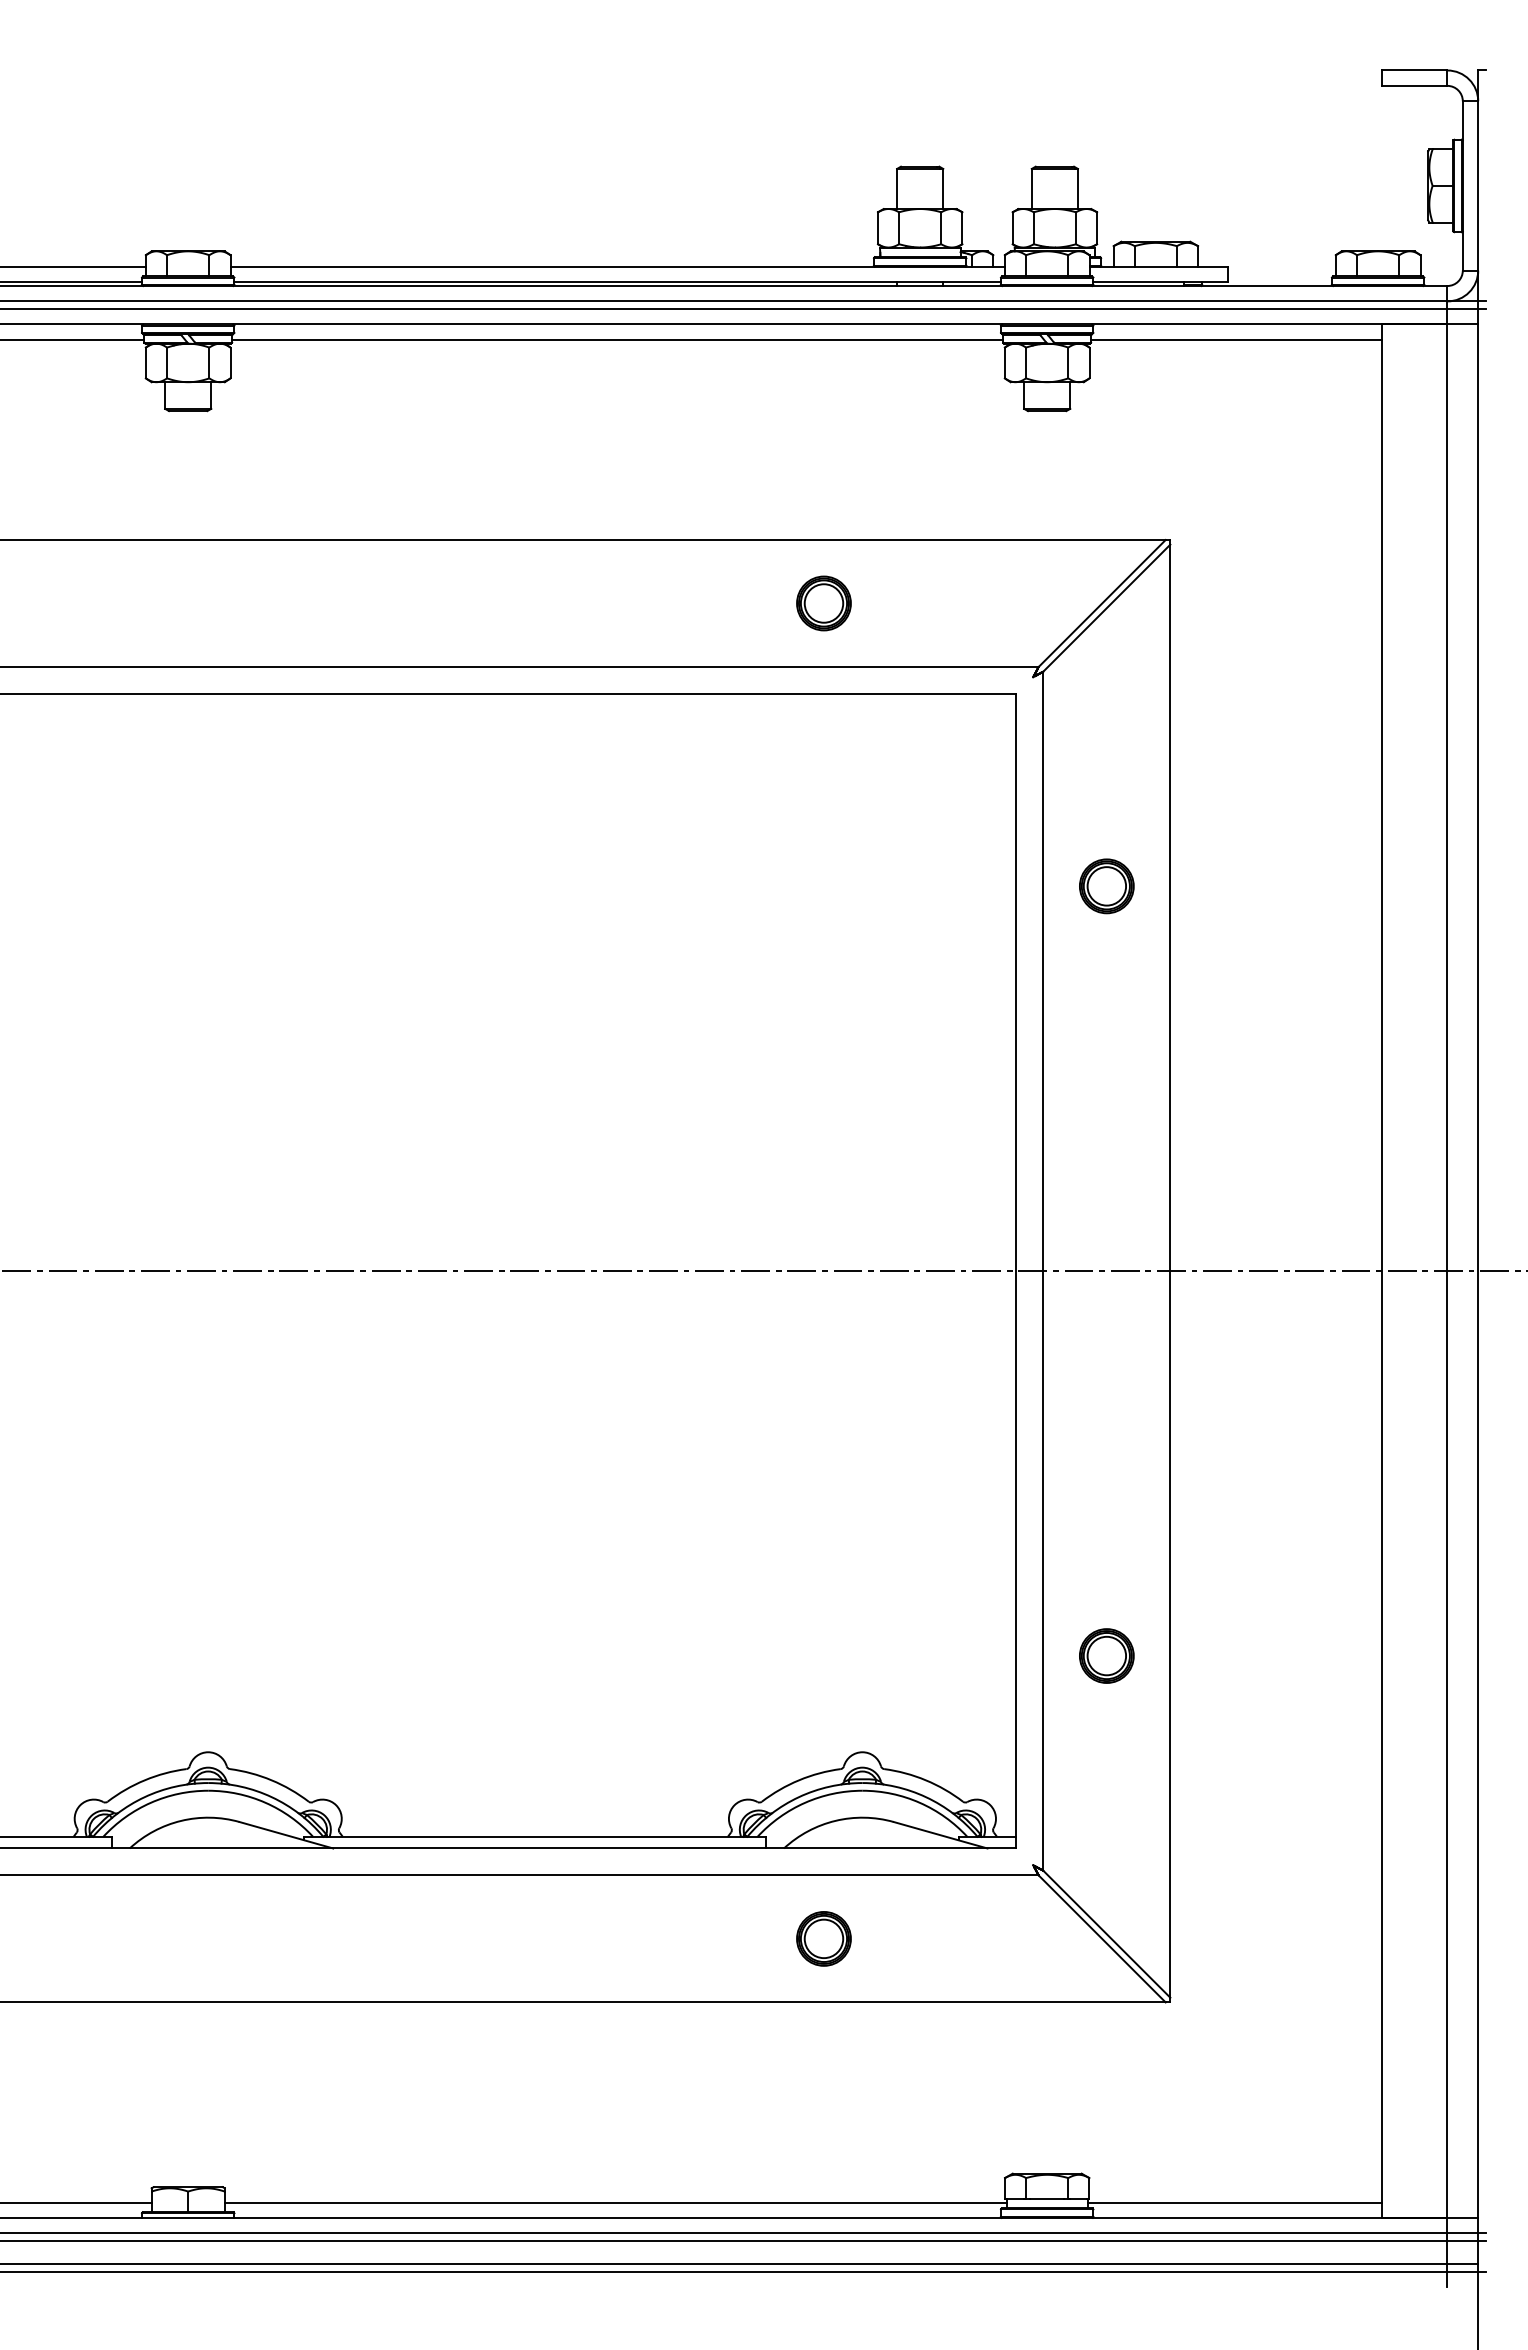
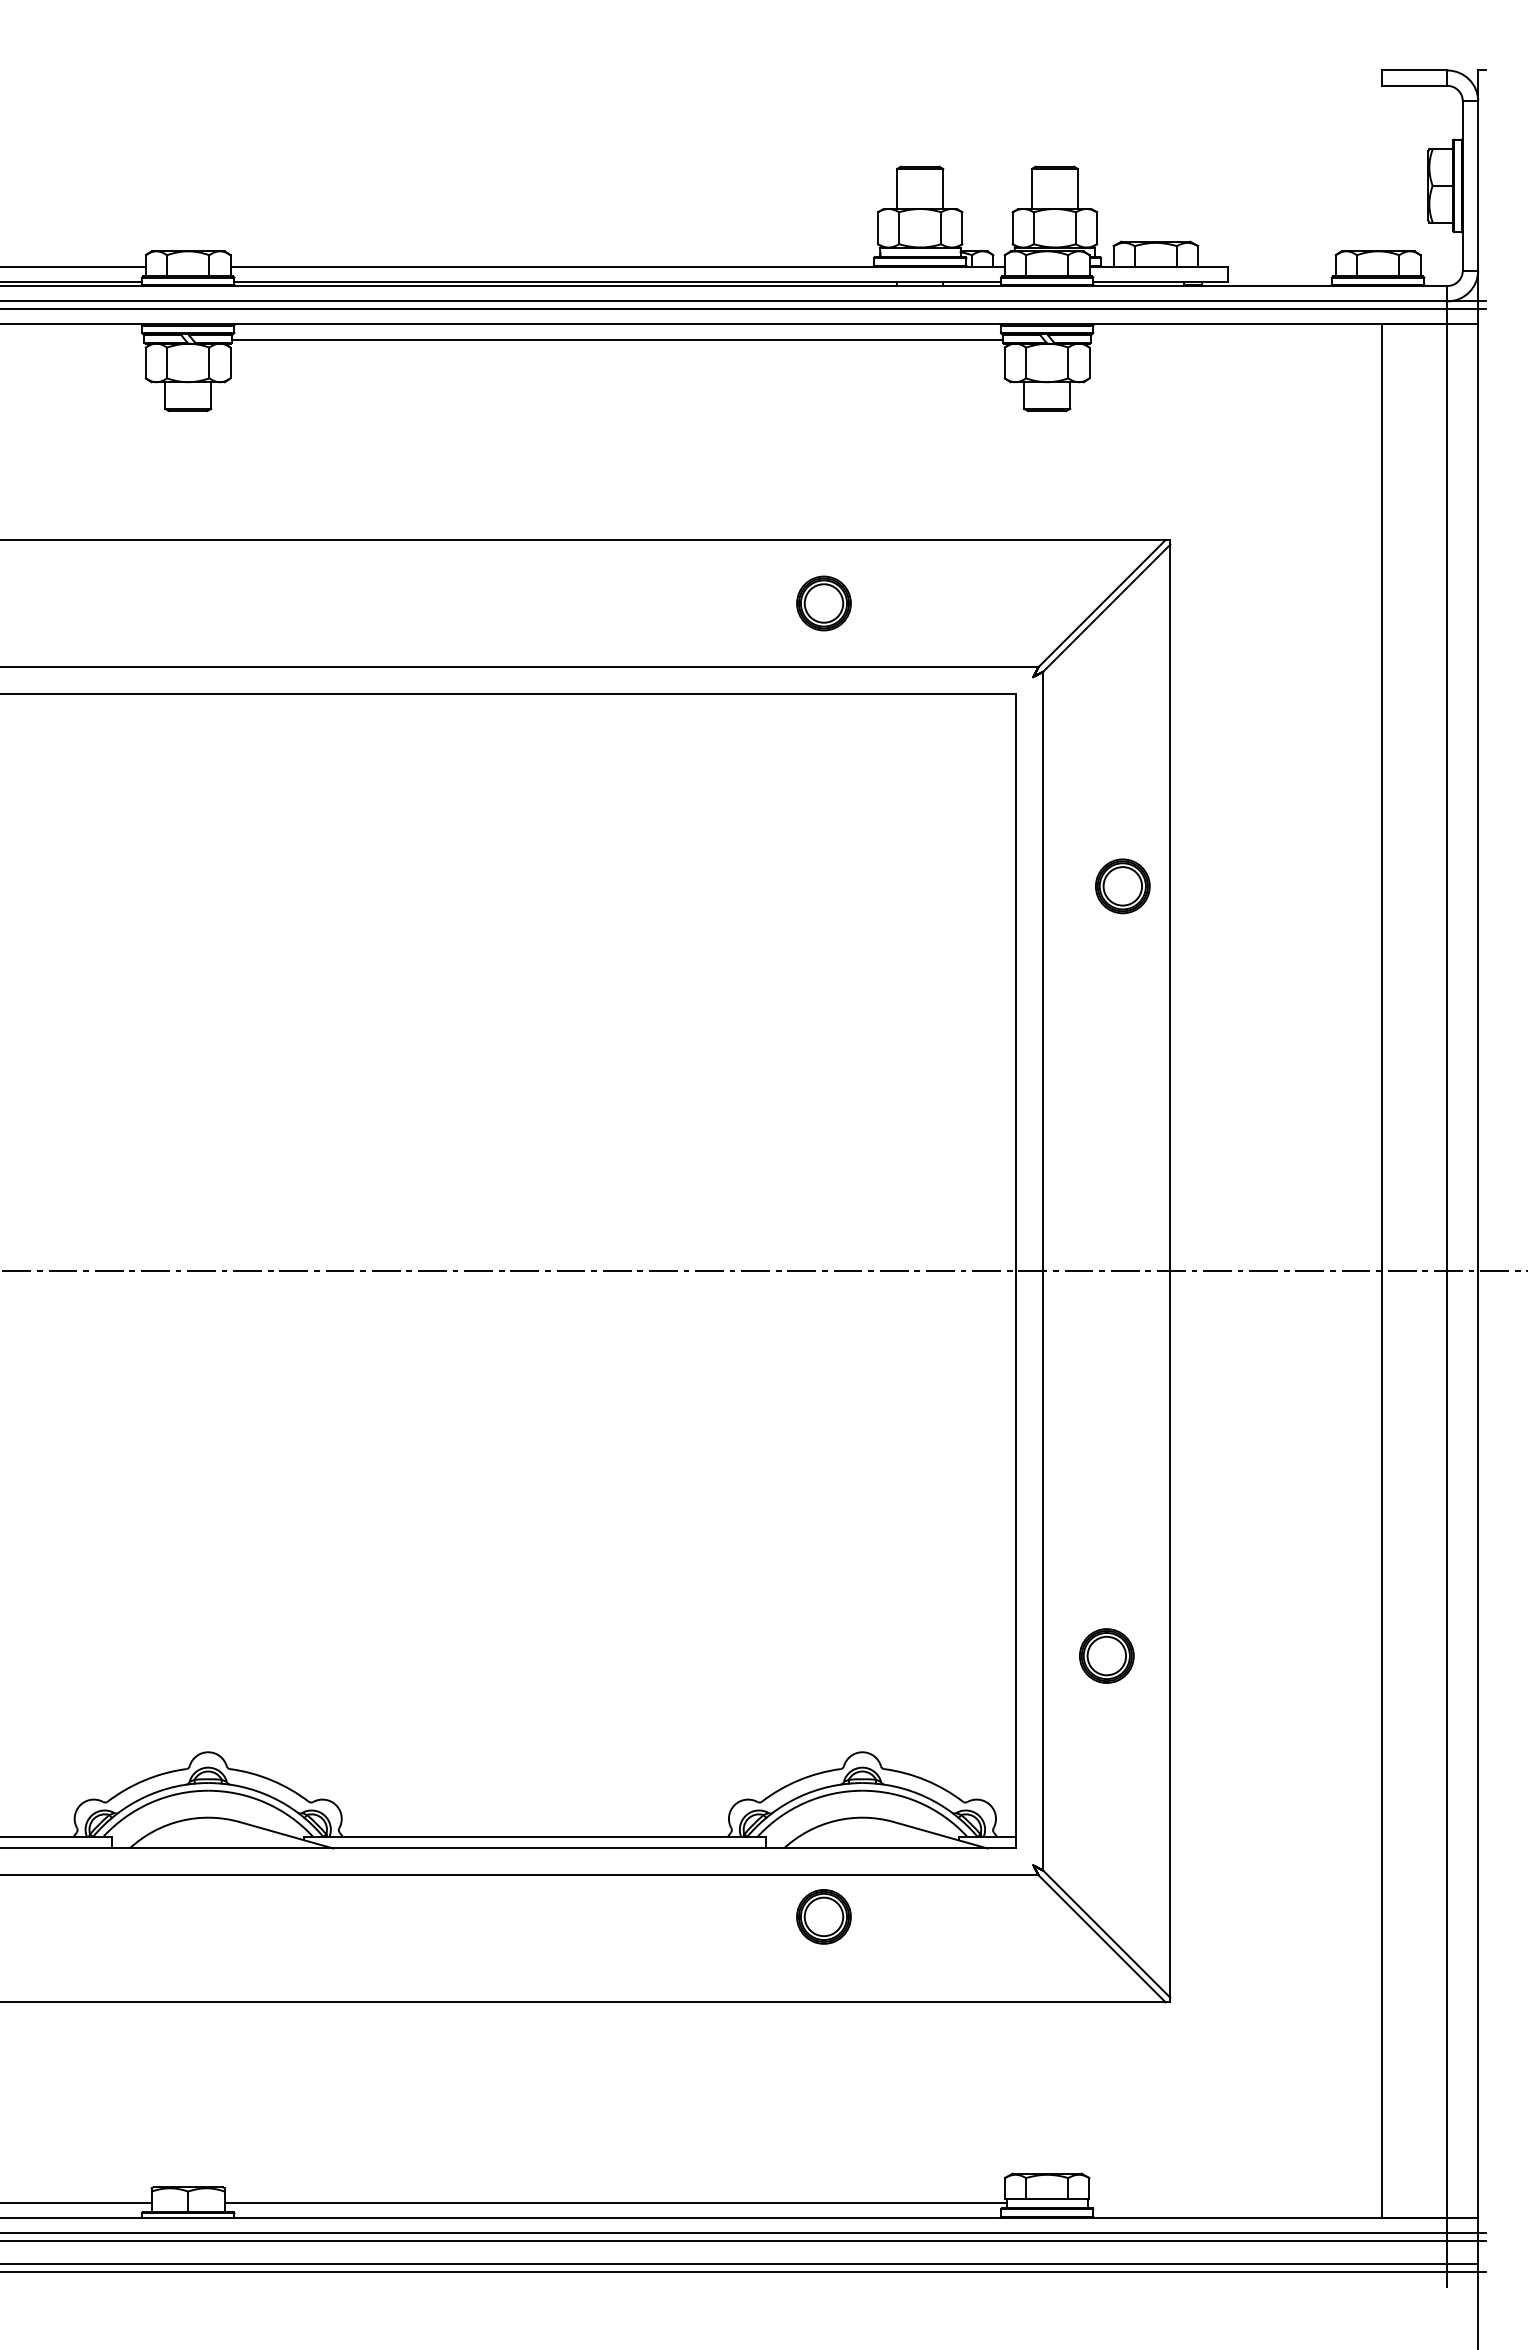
line at (73, 339): present -> none
line at (1236, 339): present -> none
part at (1106, 886) position: (1106, 886) -> (1122, 886)
part at (823, 1938) position: (823, 1938) -> (823, 1916)
line at (1234, 2202): present -> none
